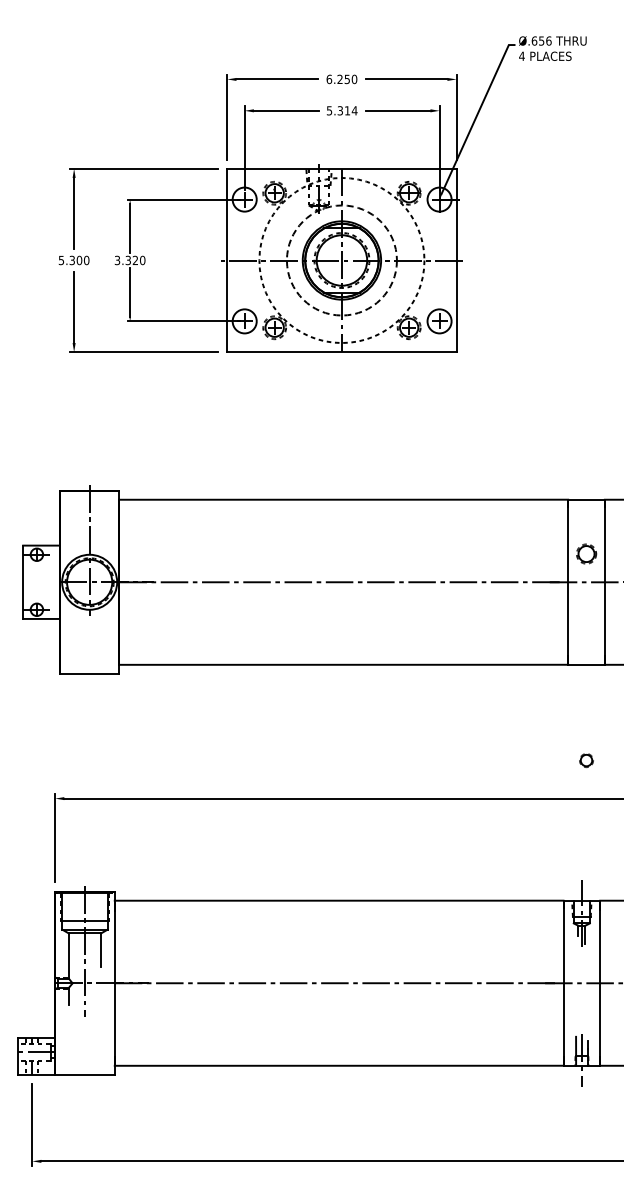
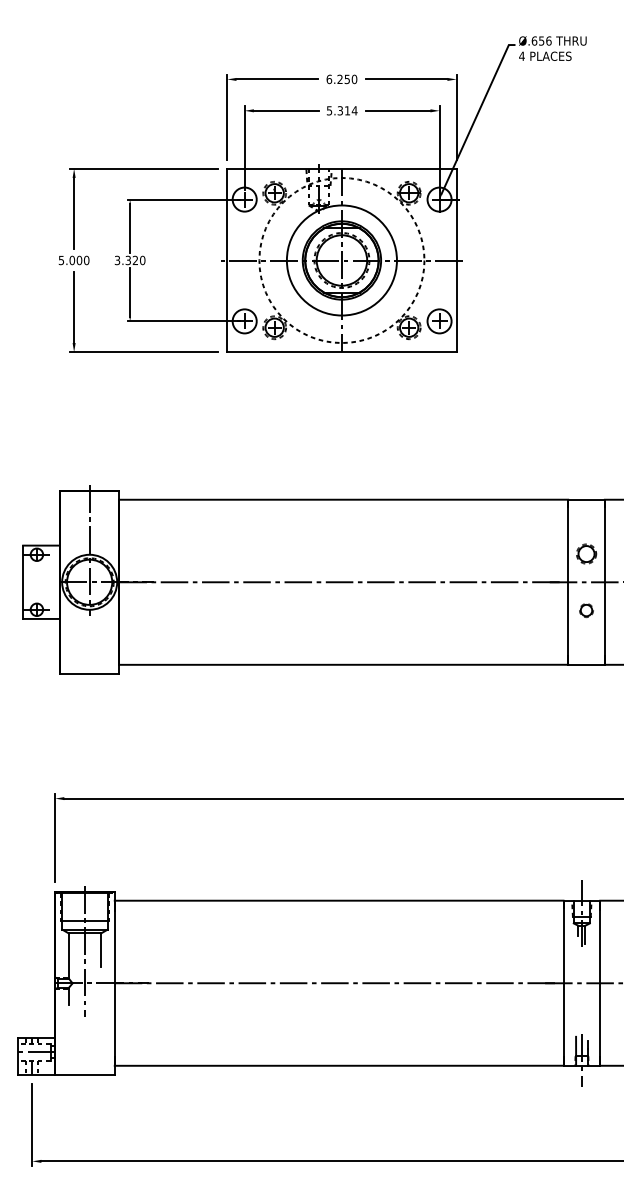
text at (72, 260): 5.300 -> 5.000
circle at (341, 260): dashed -> solid
circle at (586, 760) position: (586, 760) -> (586, 610)
